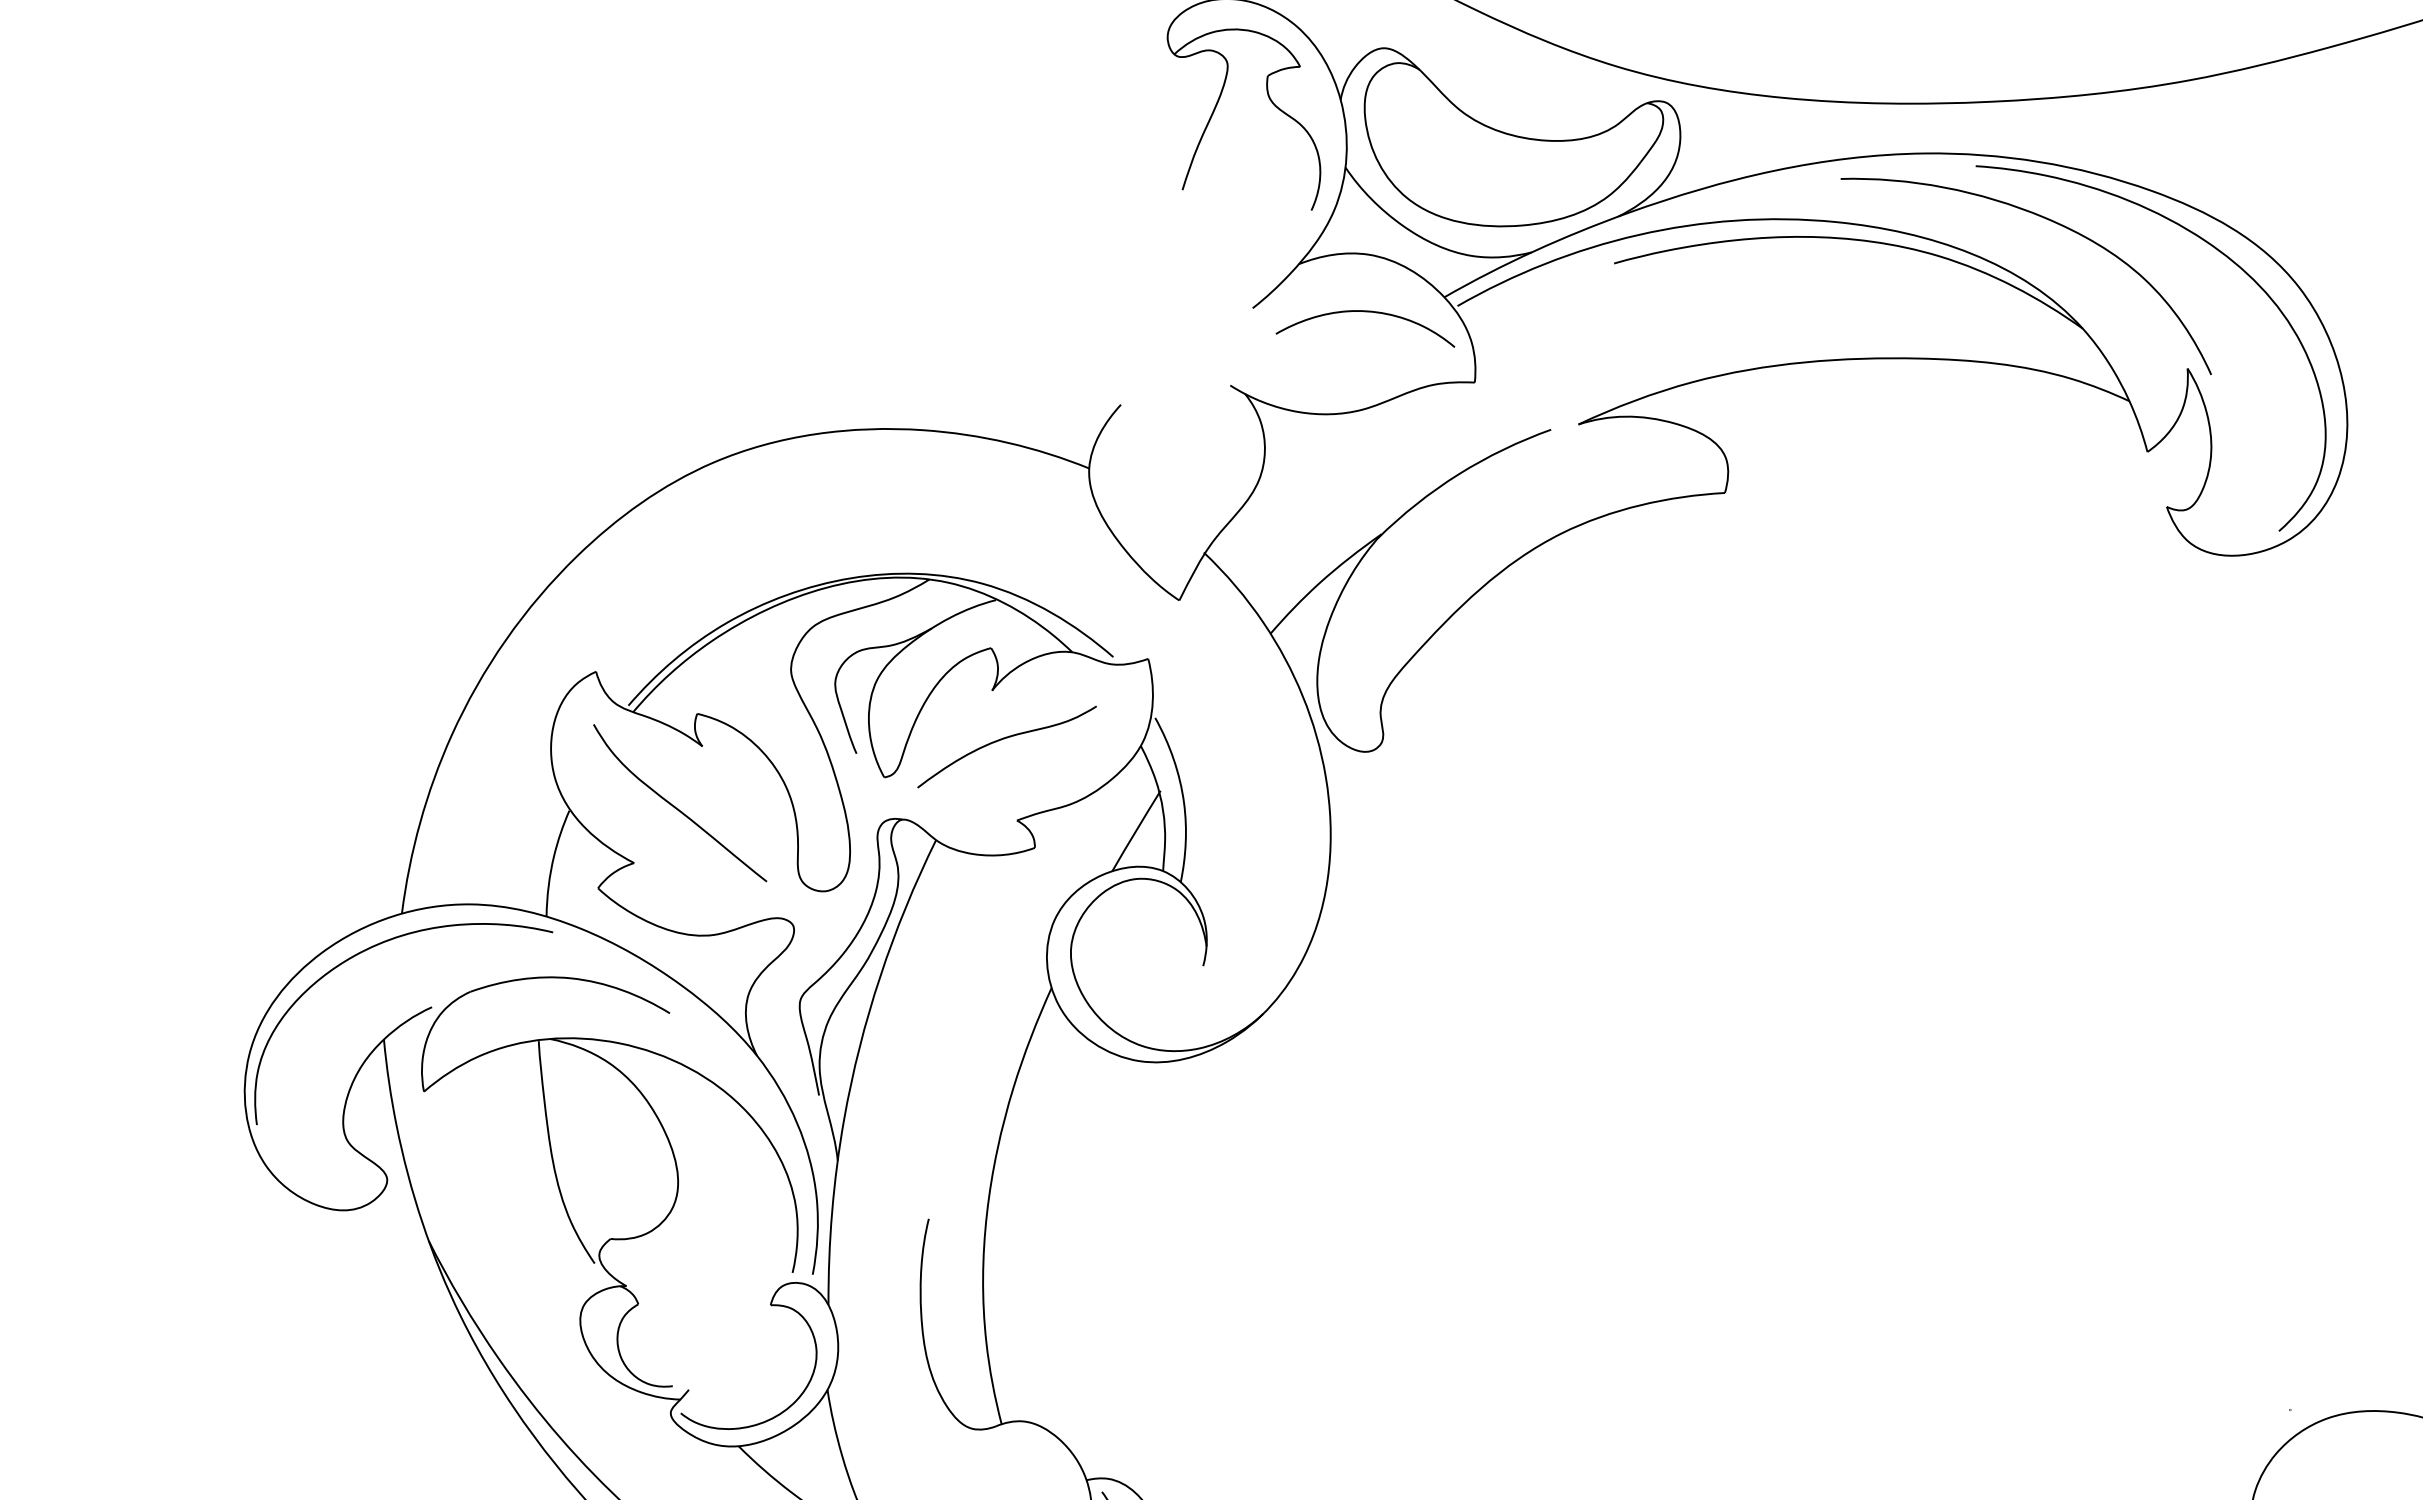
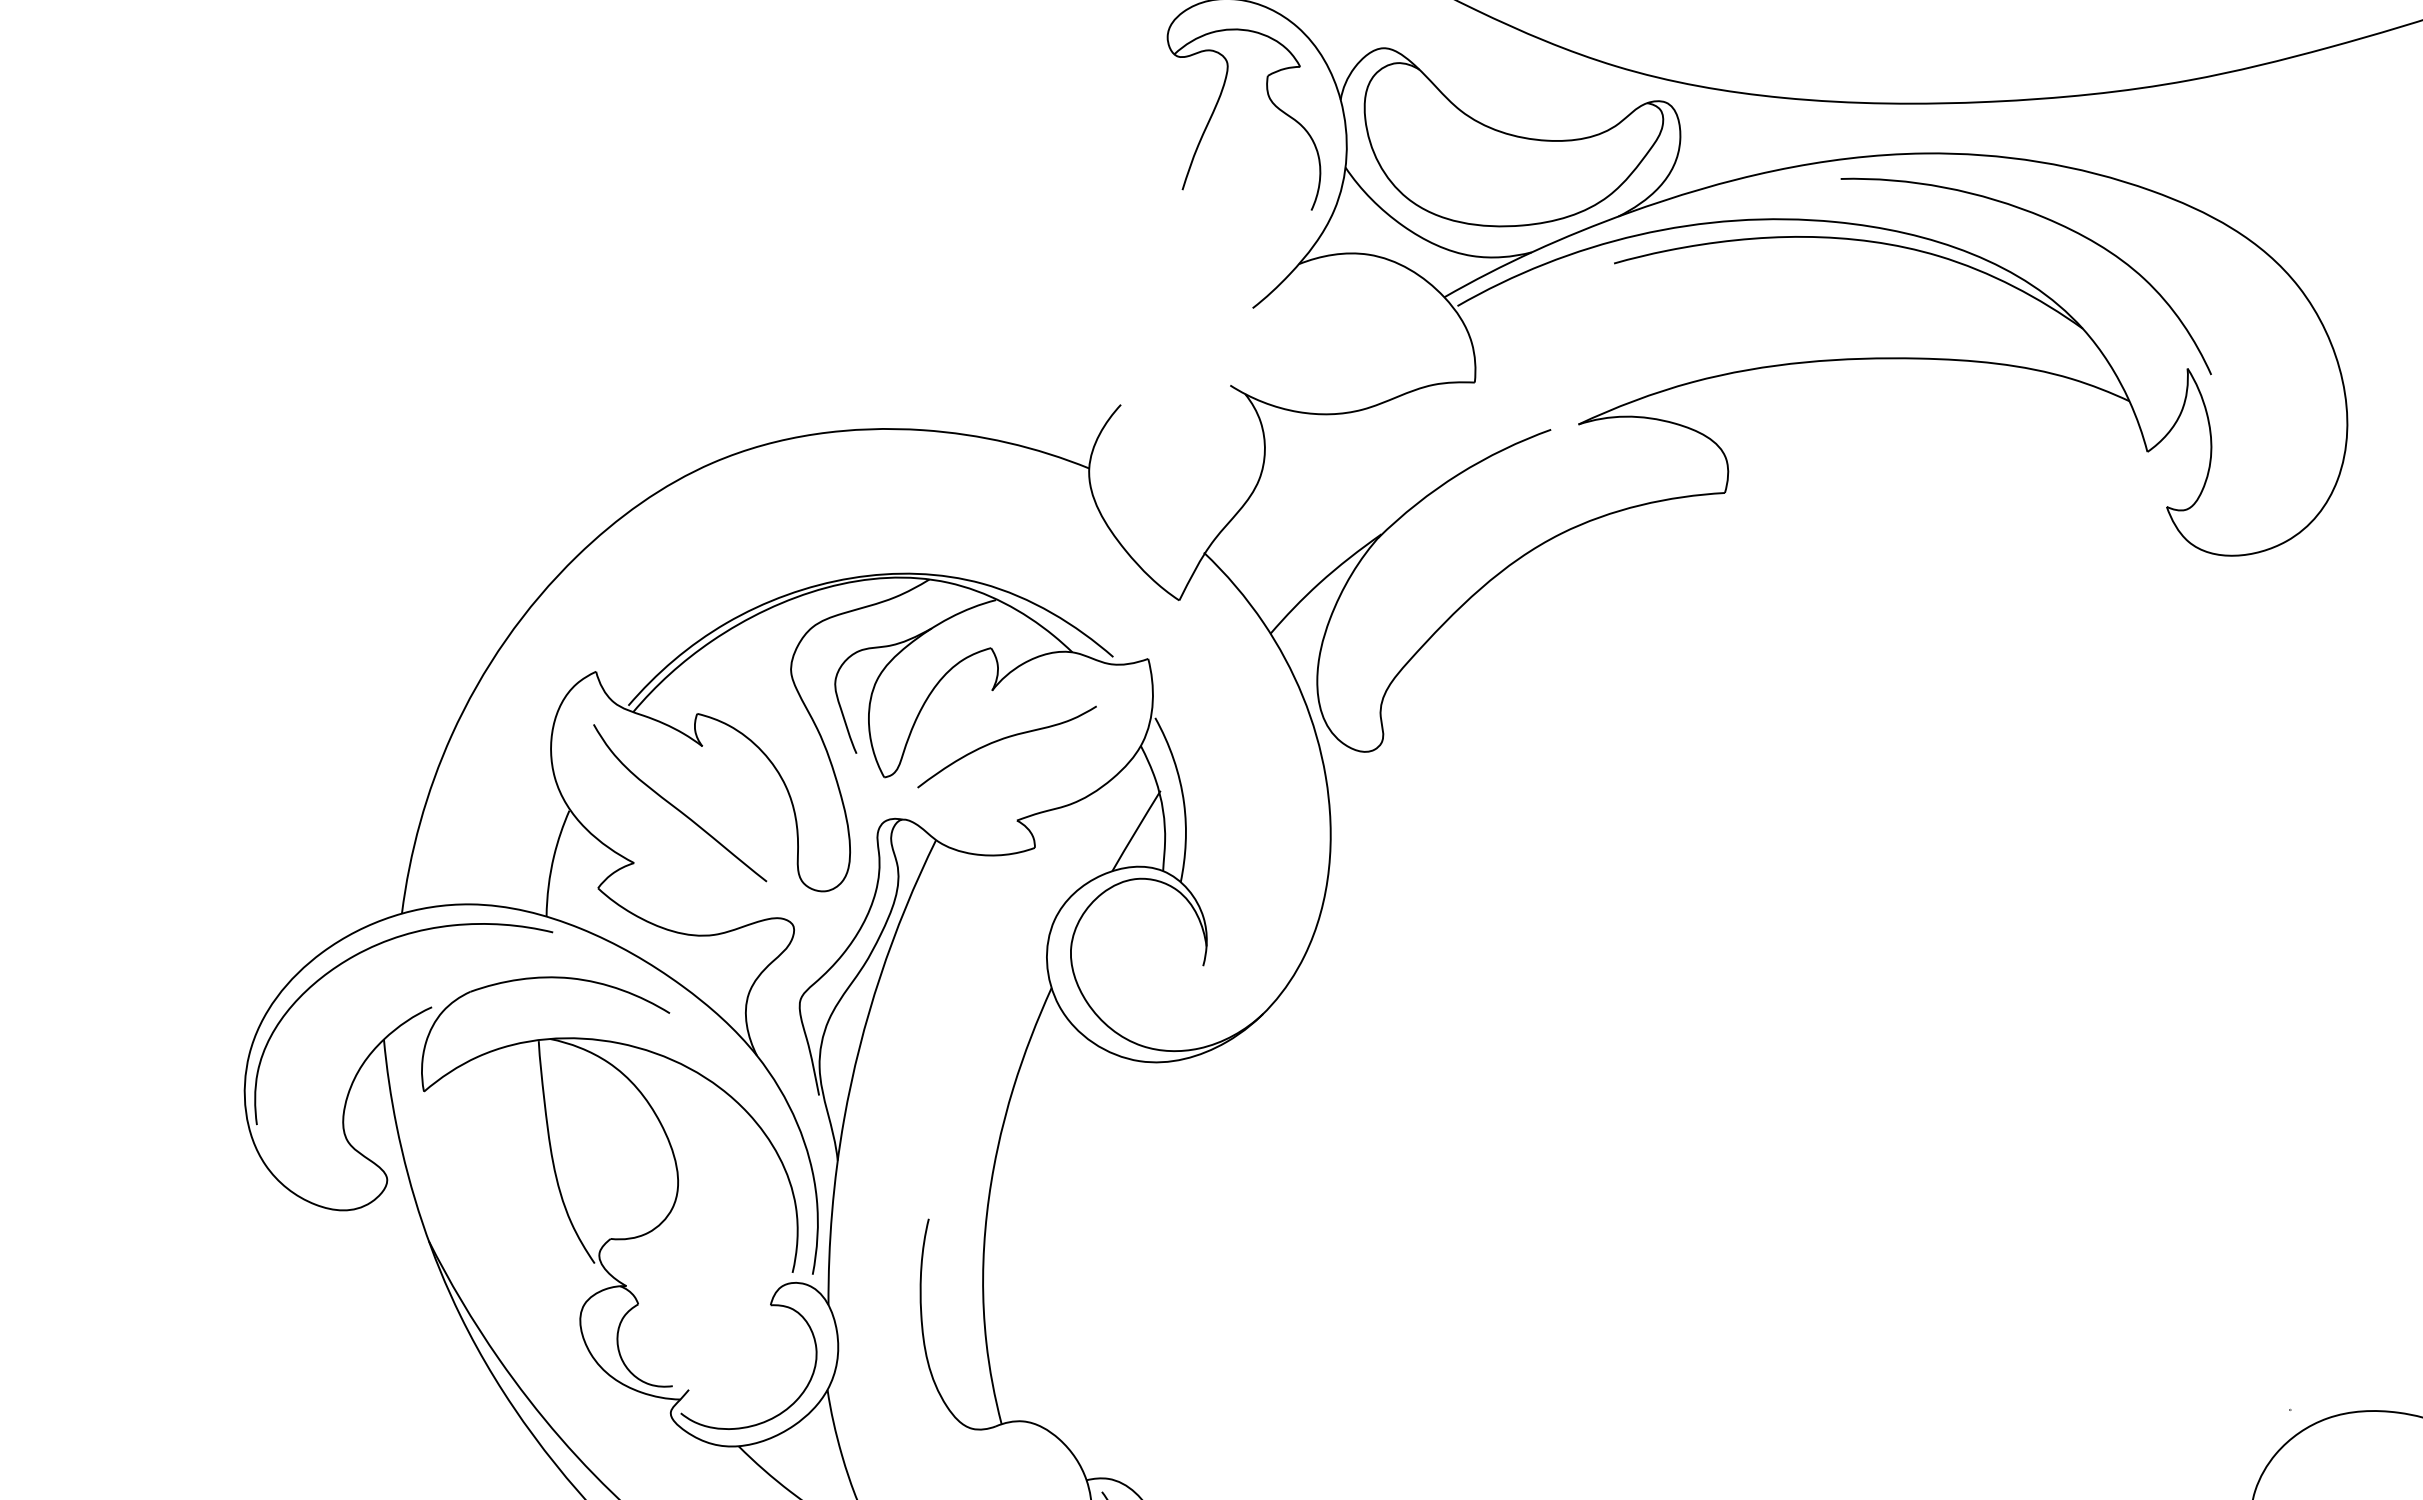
curve at (2219, 252): present -> none
curve at (1365, 312): present -> none
